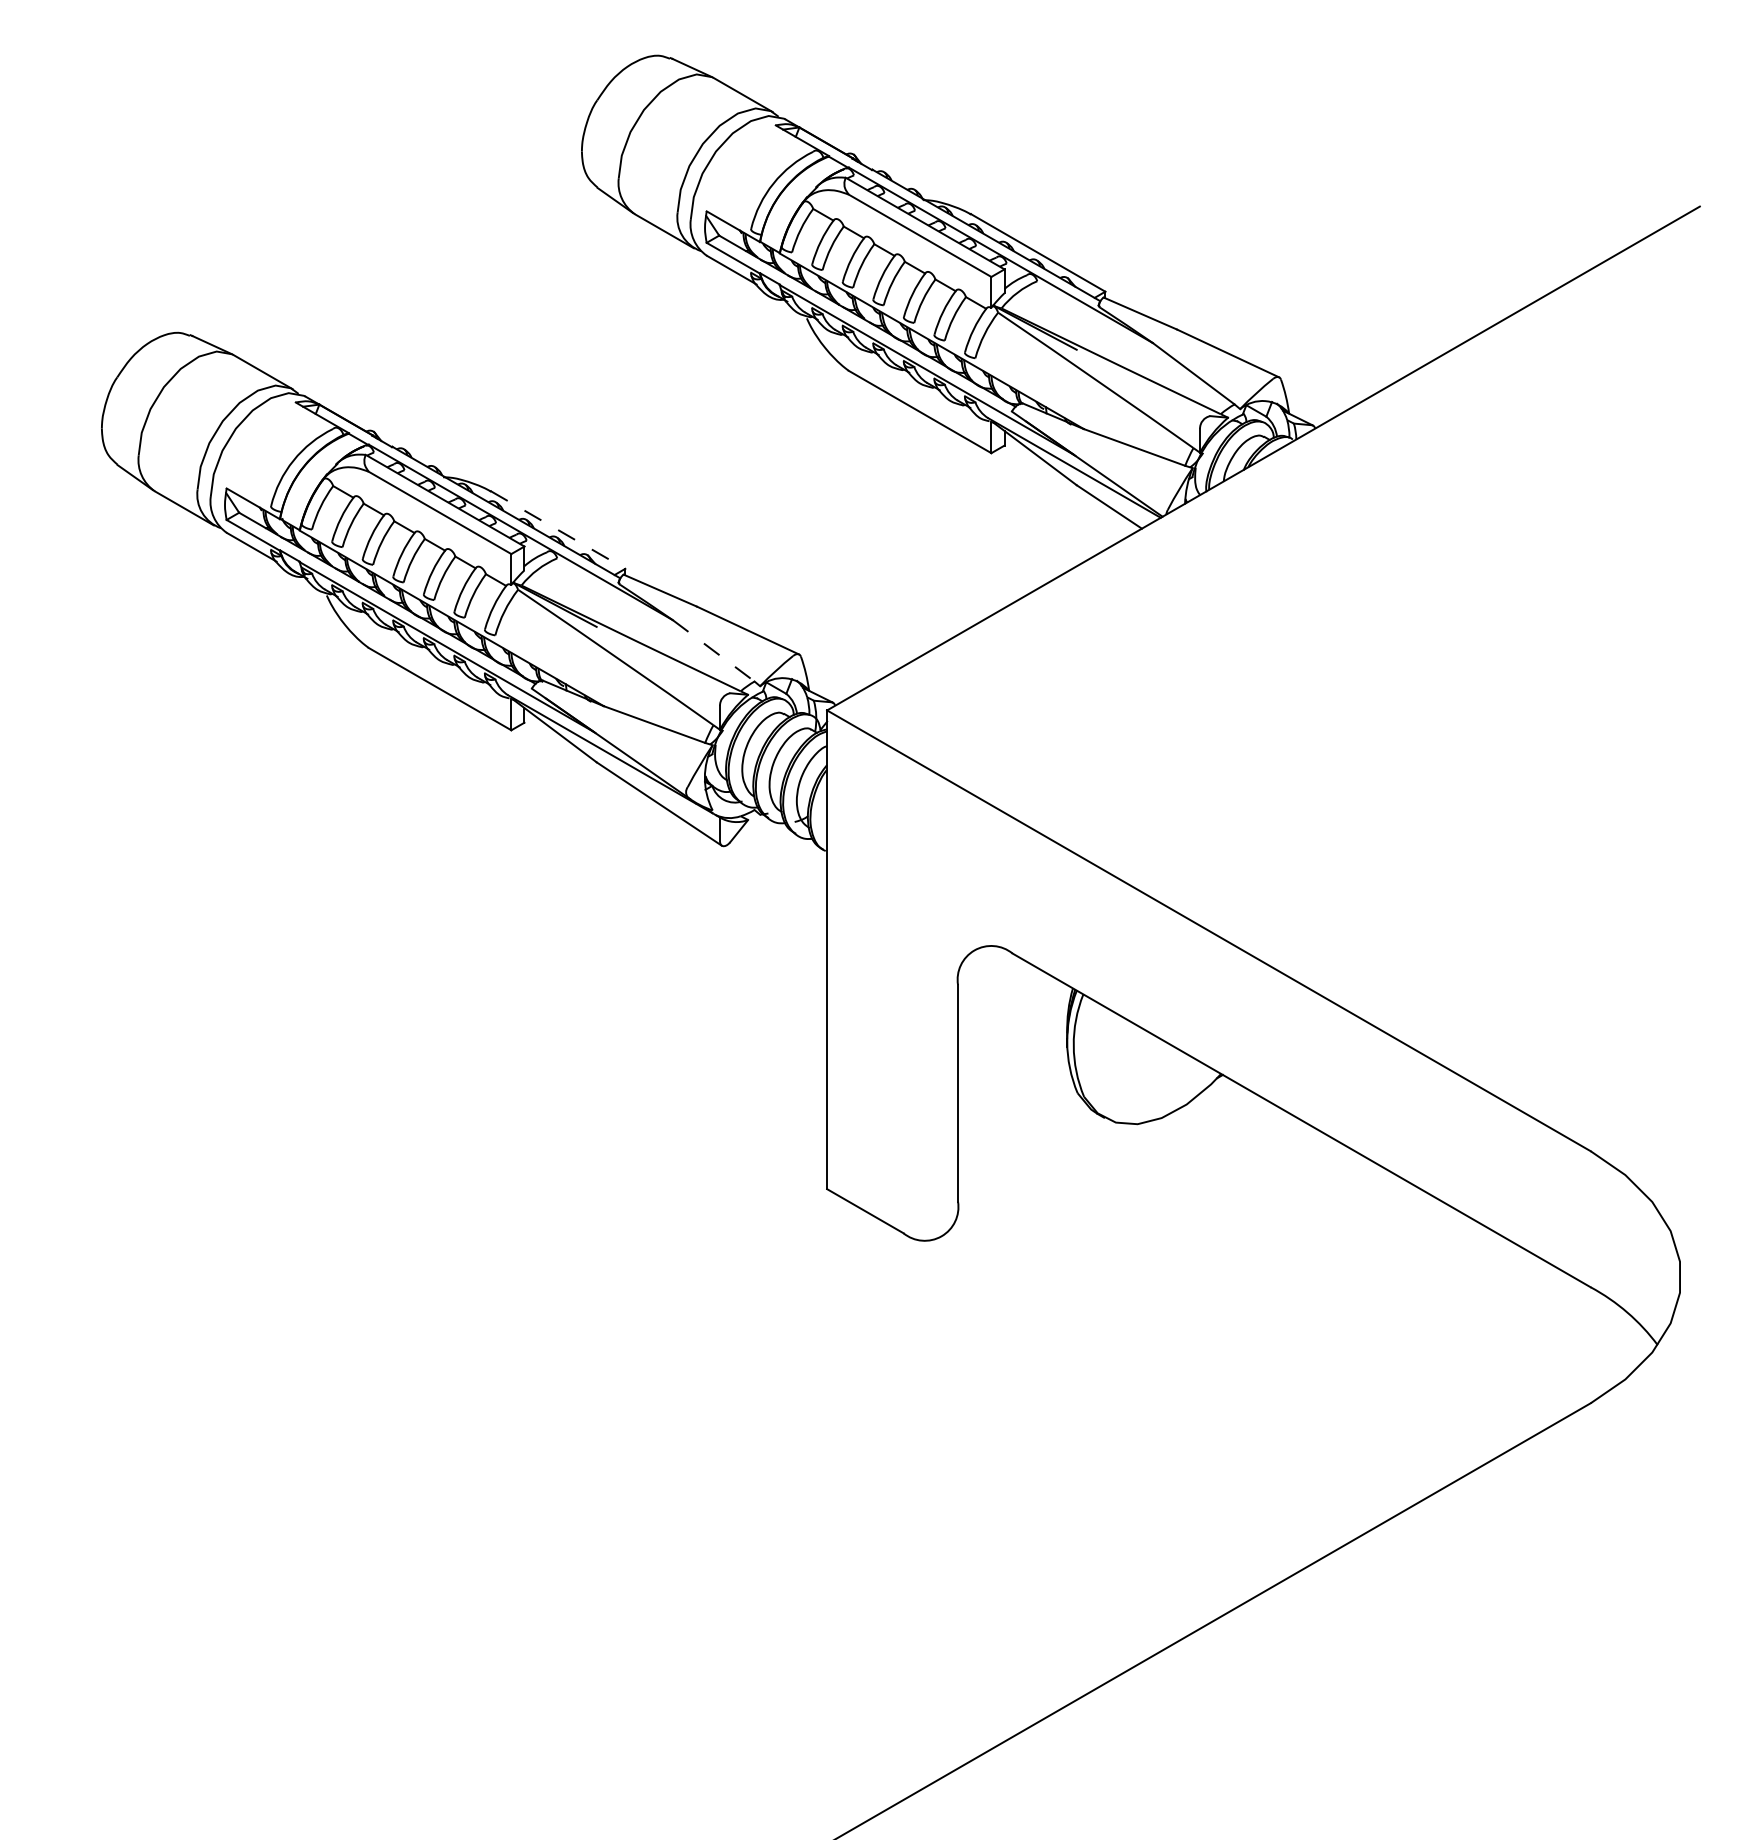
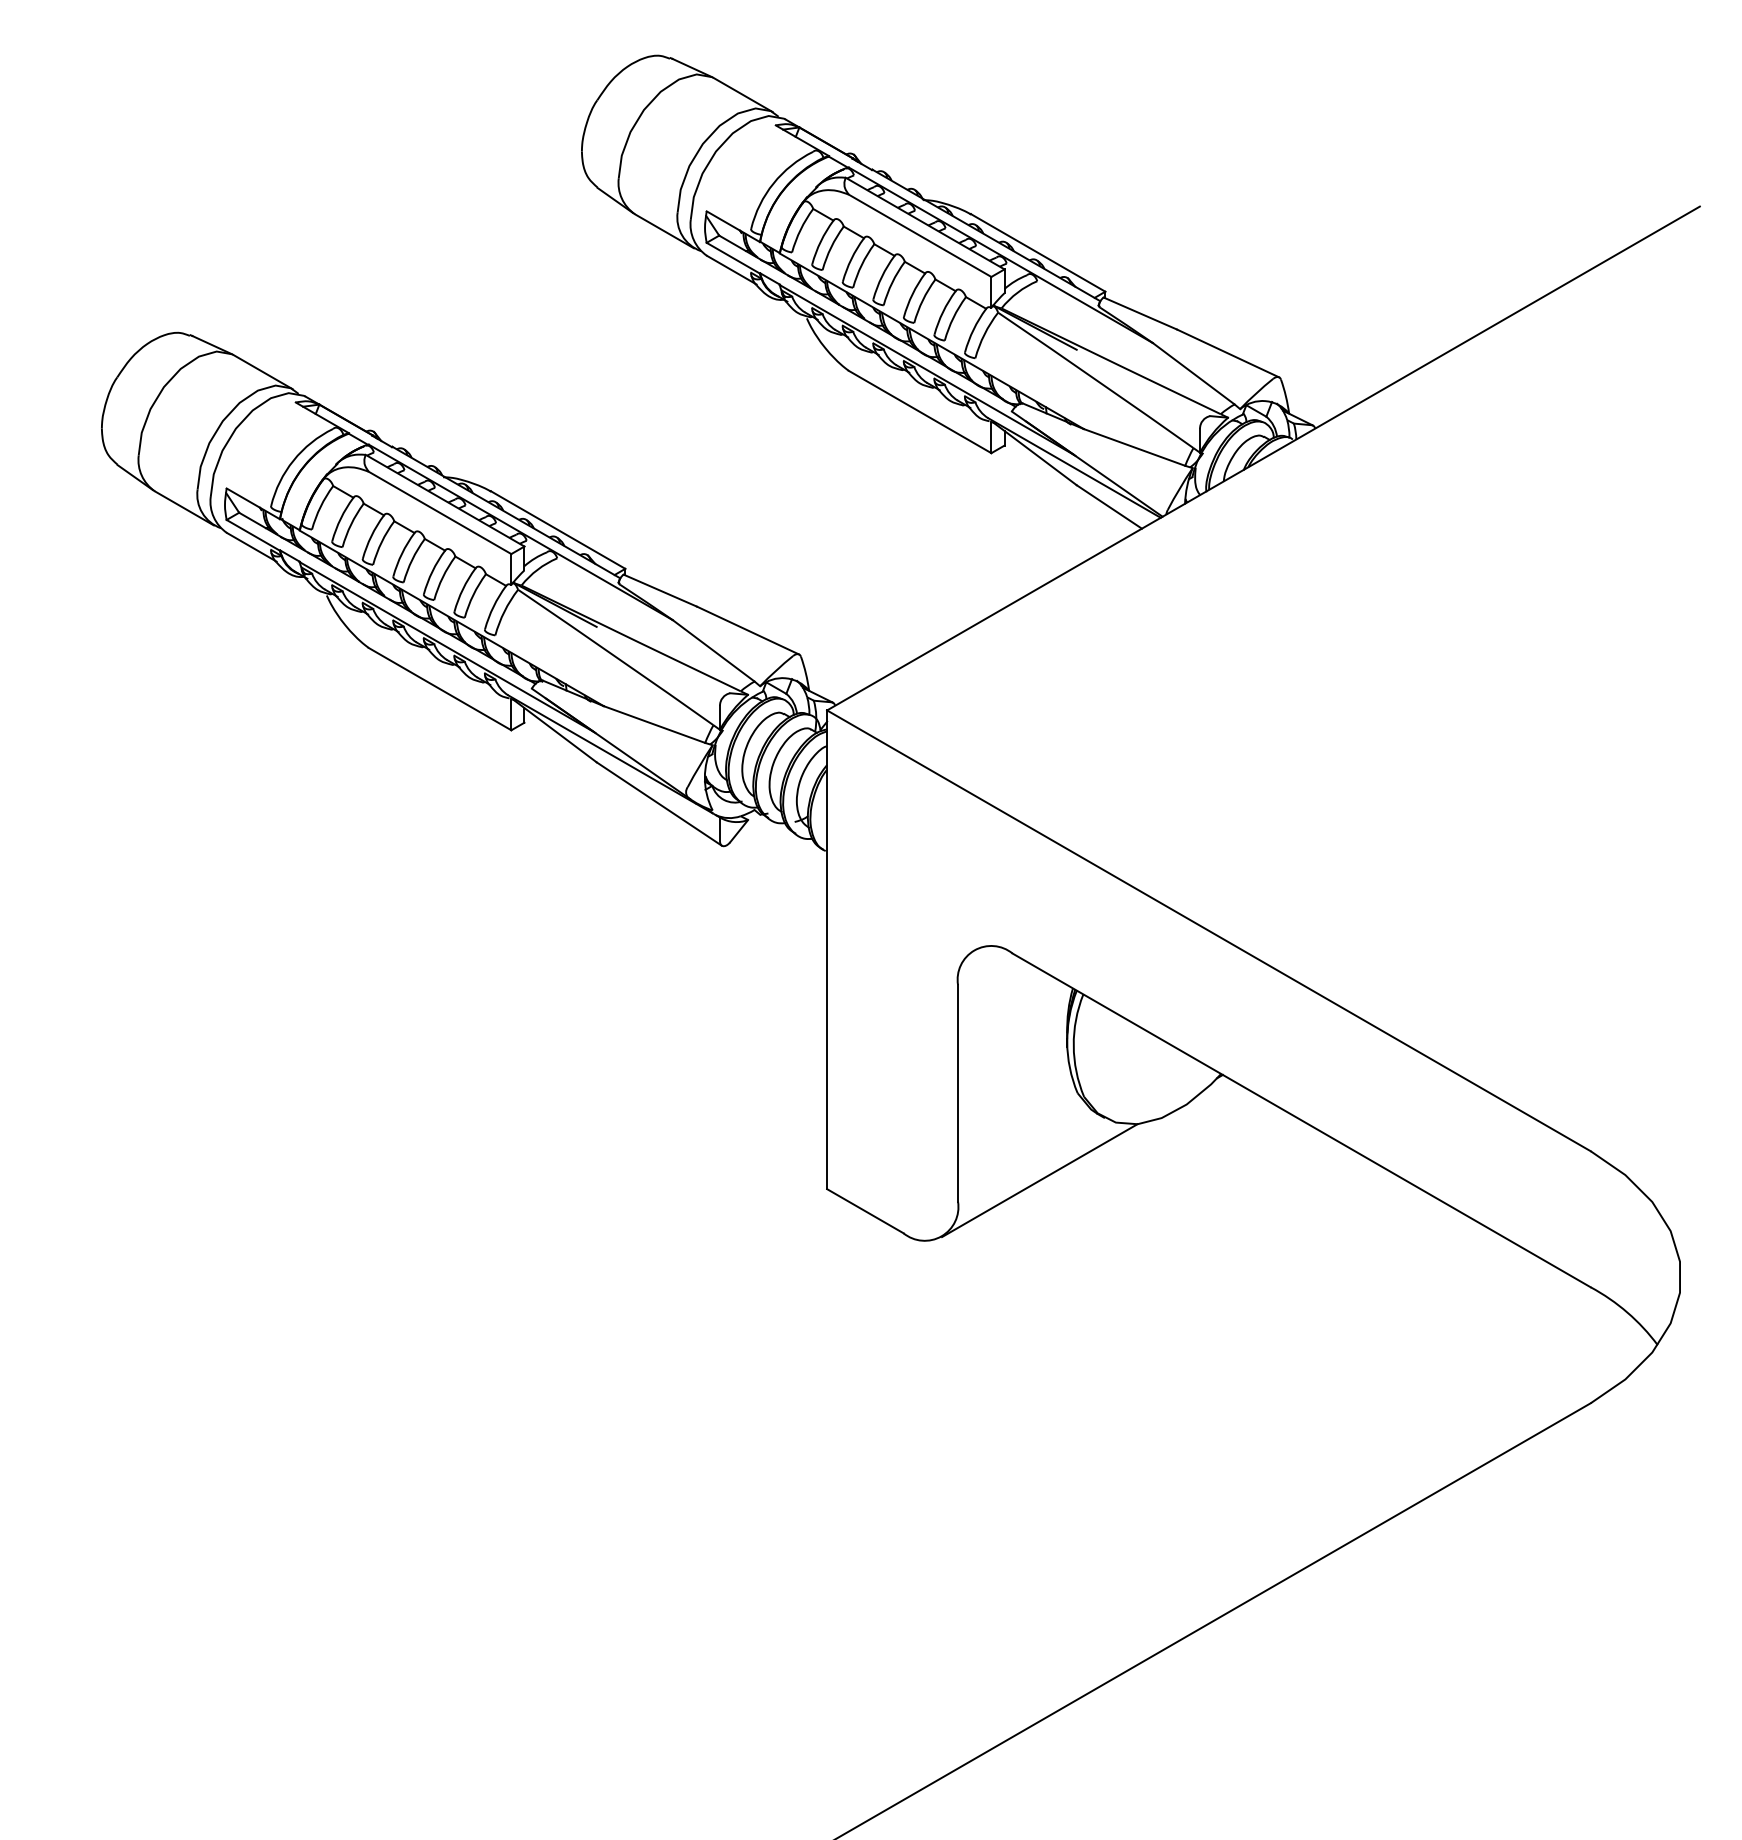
line at (558, 530): dashed -> solid
line at (714, 651): dashed -> solid
line at (1039, 1180): none -> present
